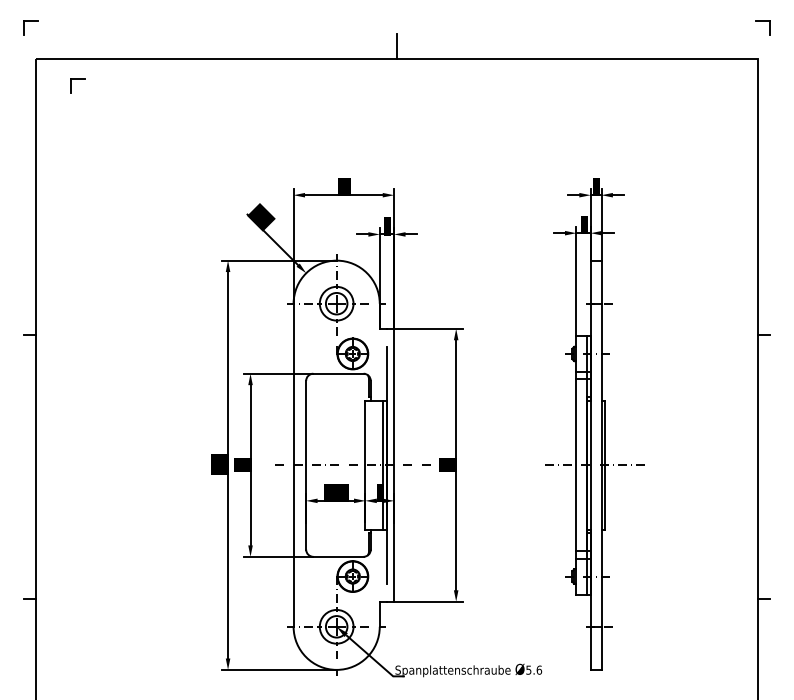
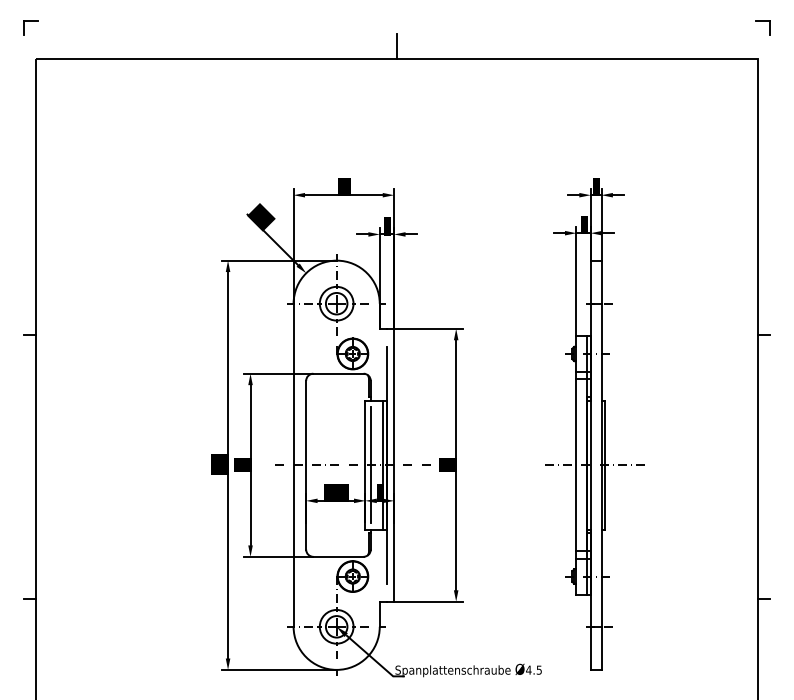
part at (77, 85): present -> none
line at (370, 465): none -> present
text at (534, 669): 5.6 -> 4.5
